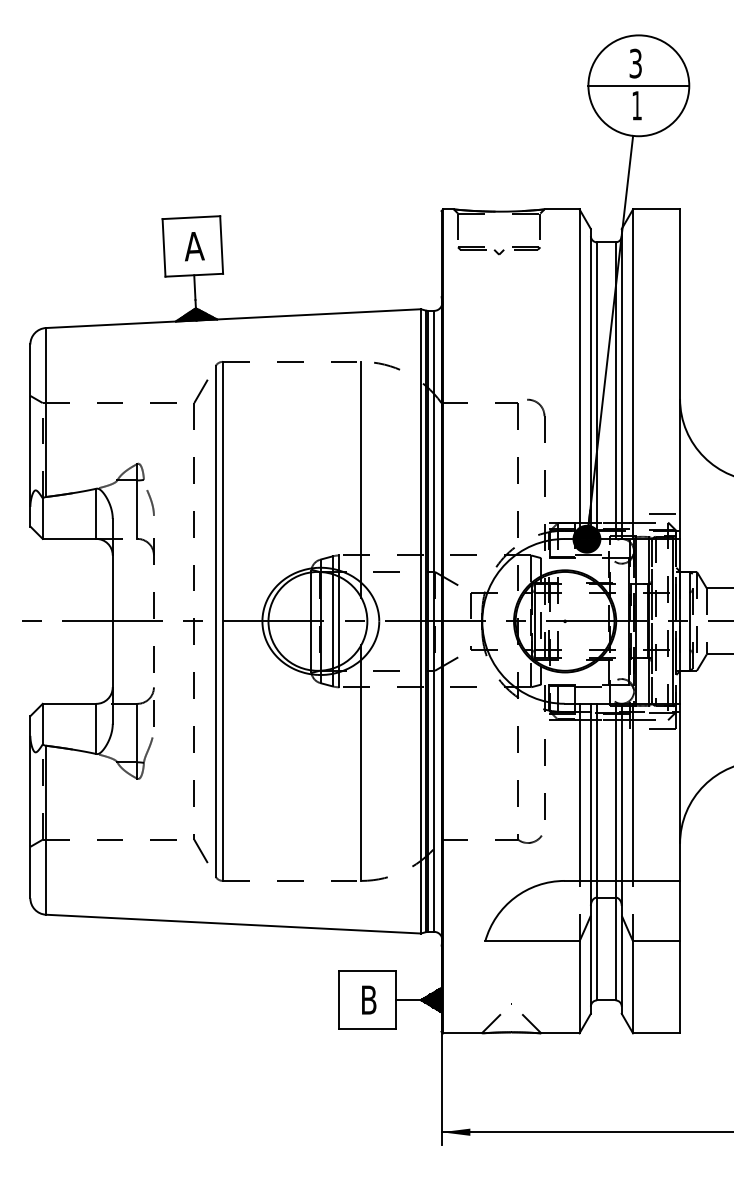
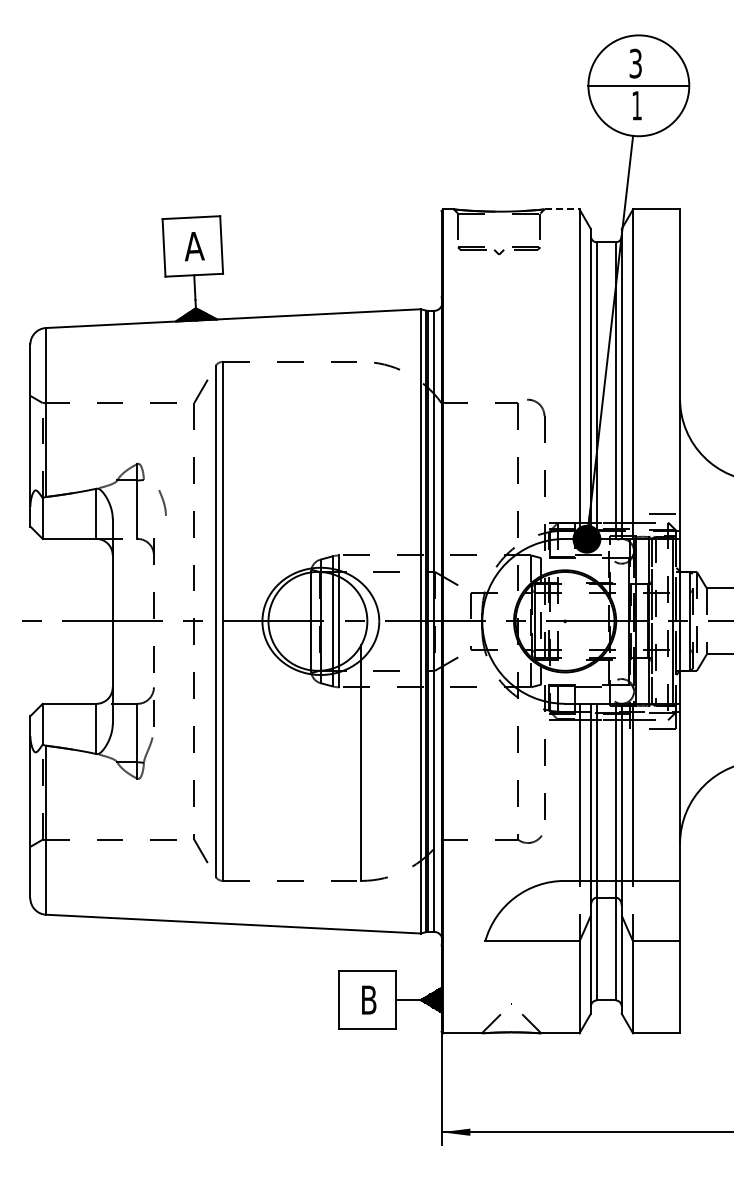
line at (562, 209): solid -> dashed
line at (361, 479): present -> none
curve at (150, 502) position: (150, 502) -> (162, 502)
